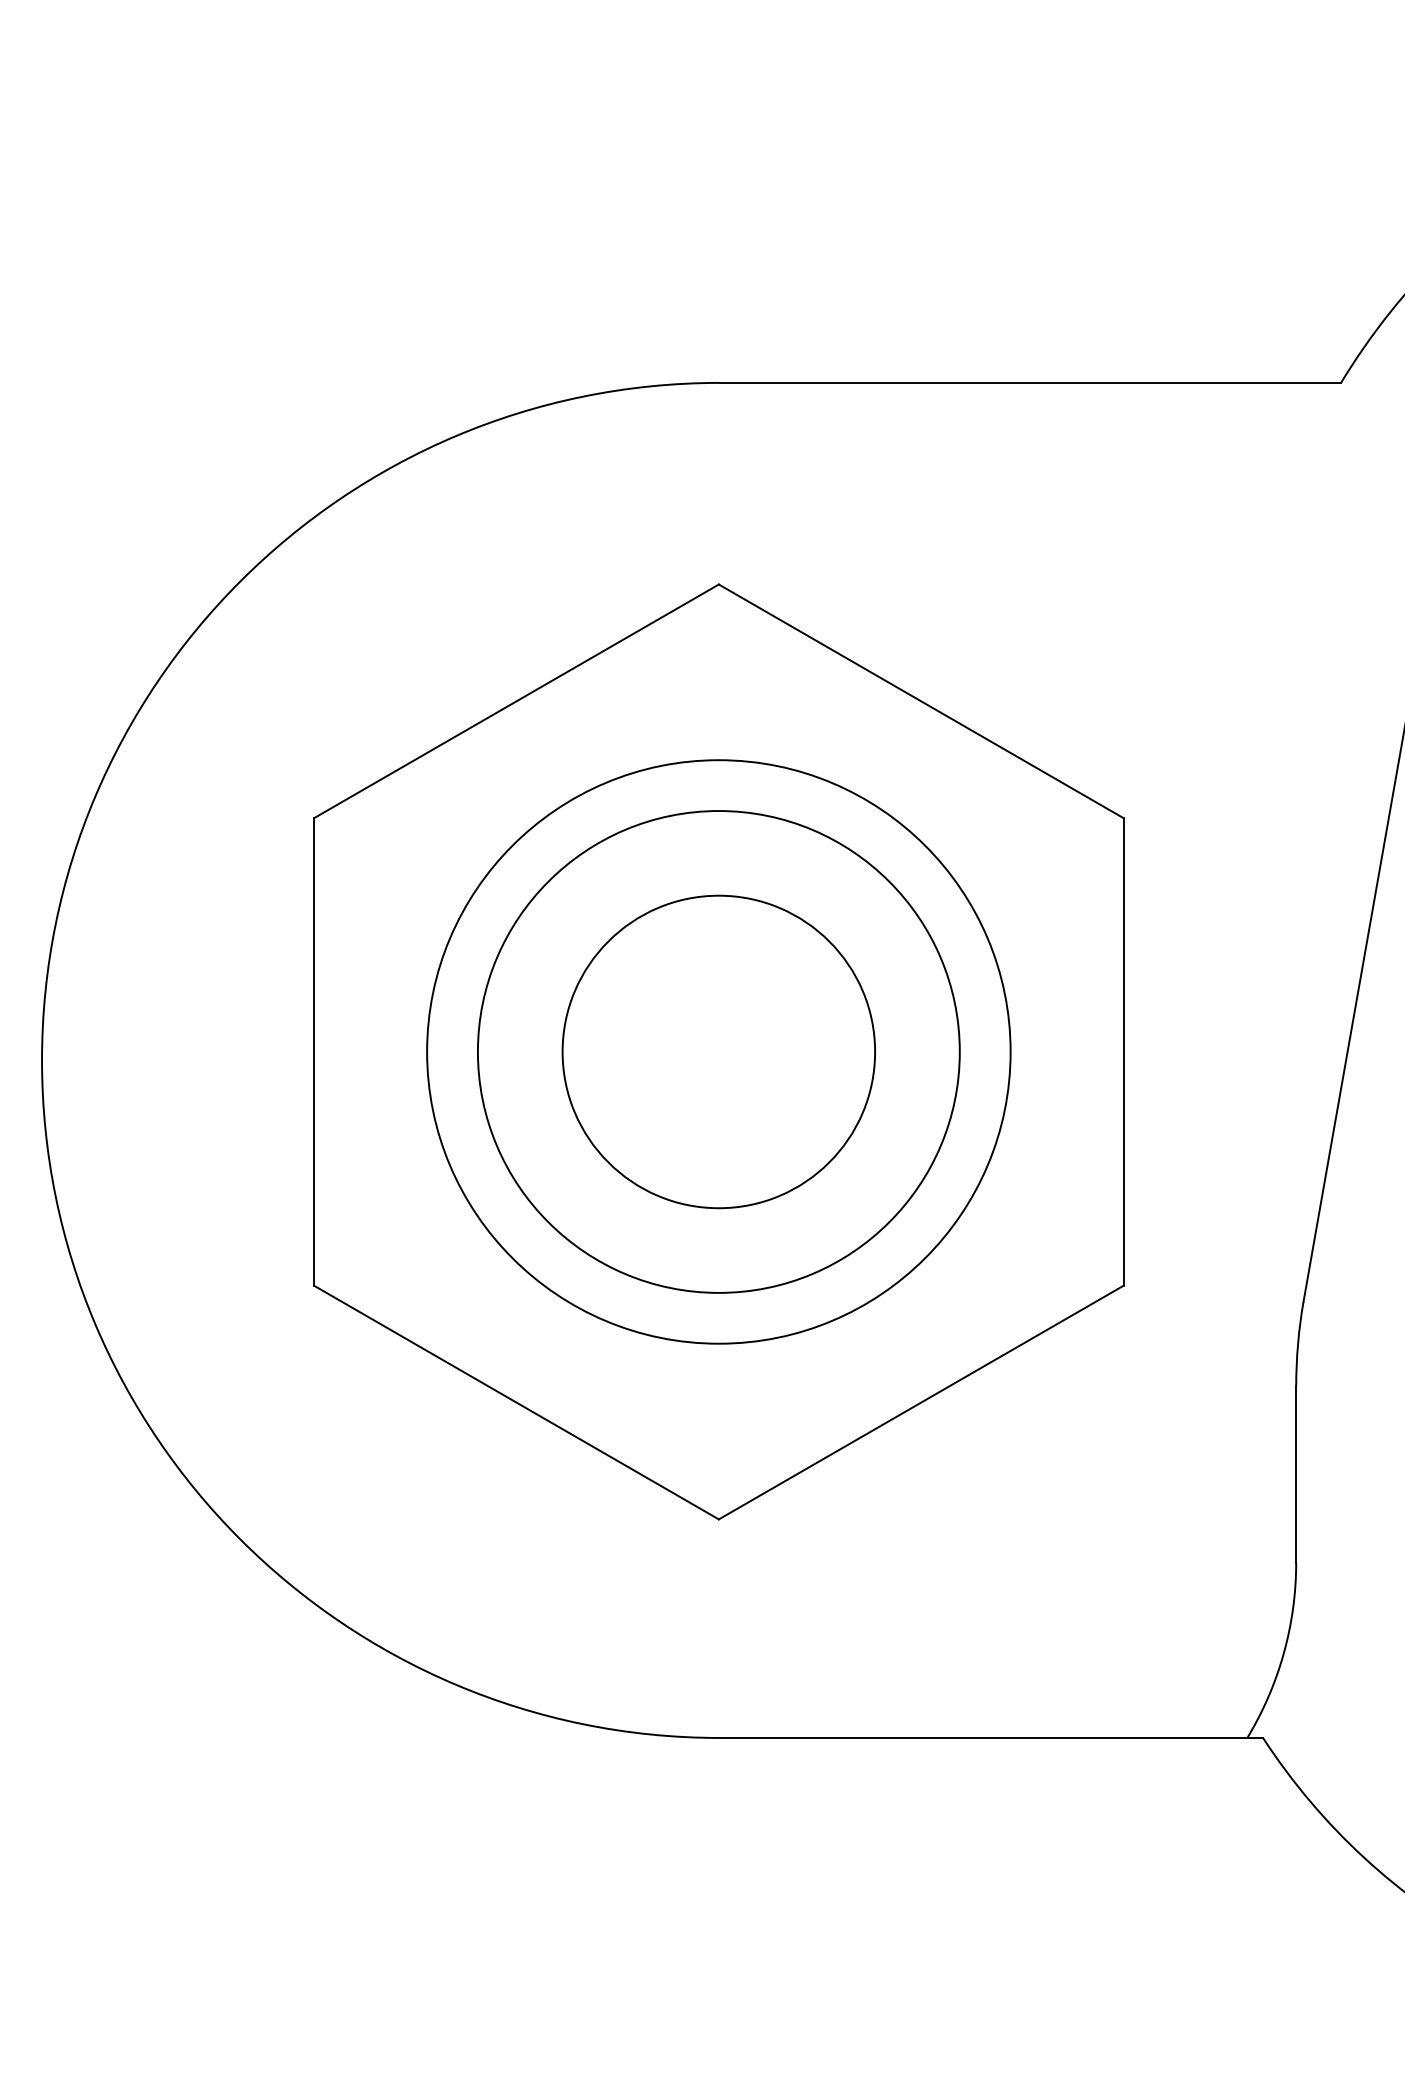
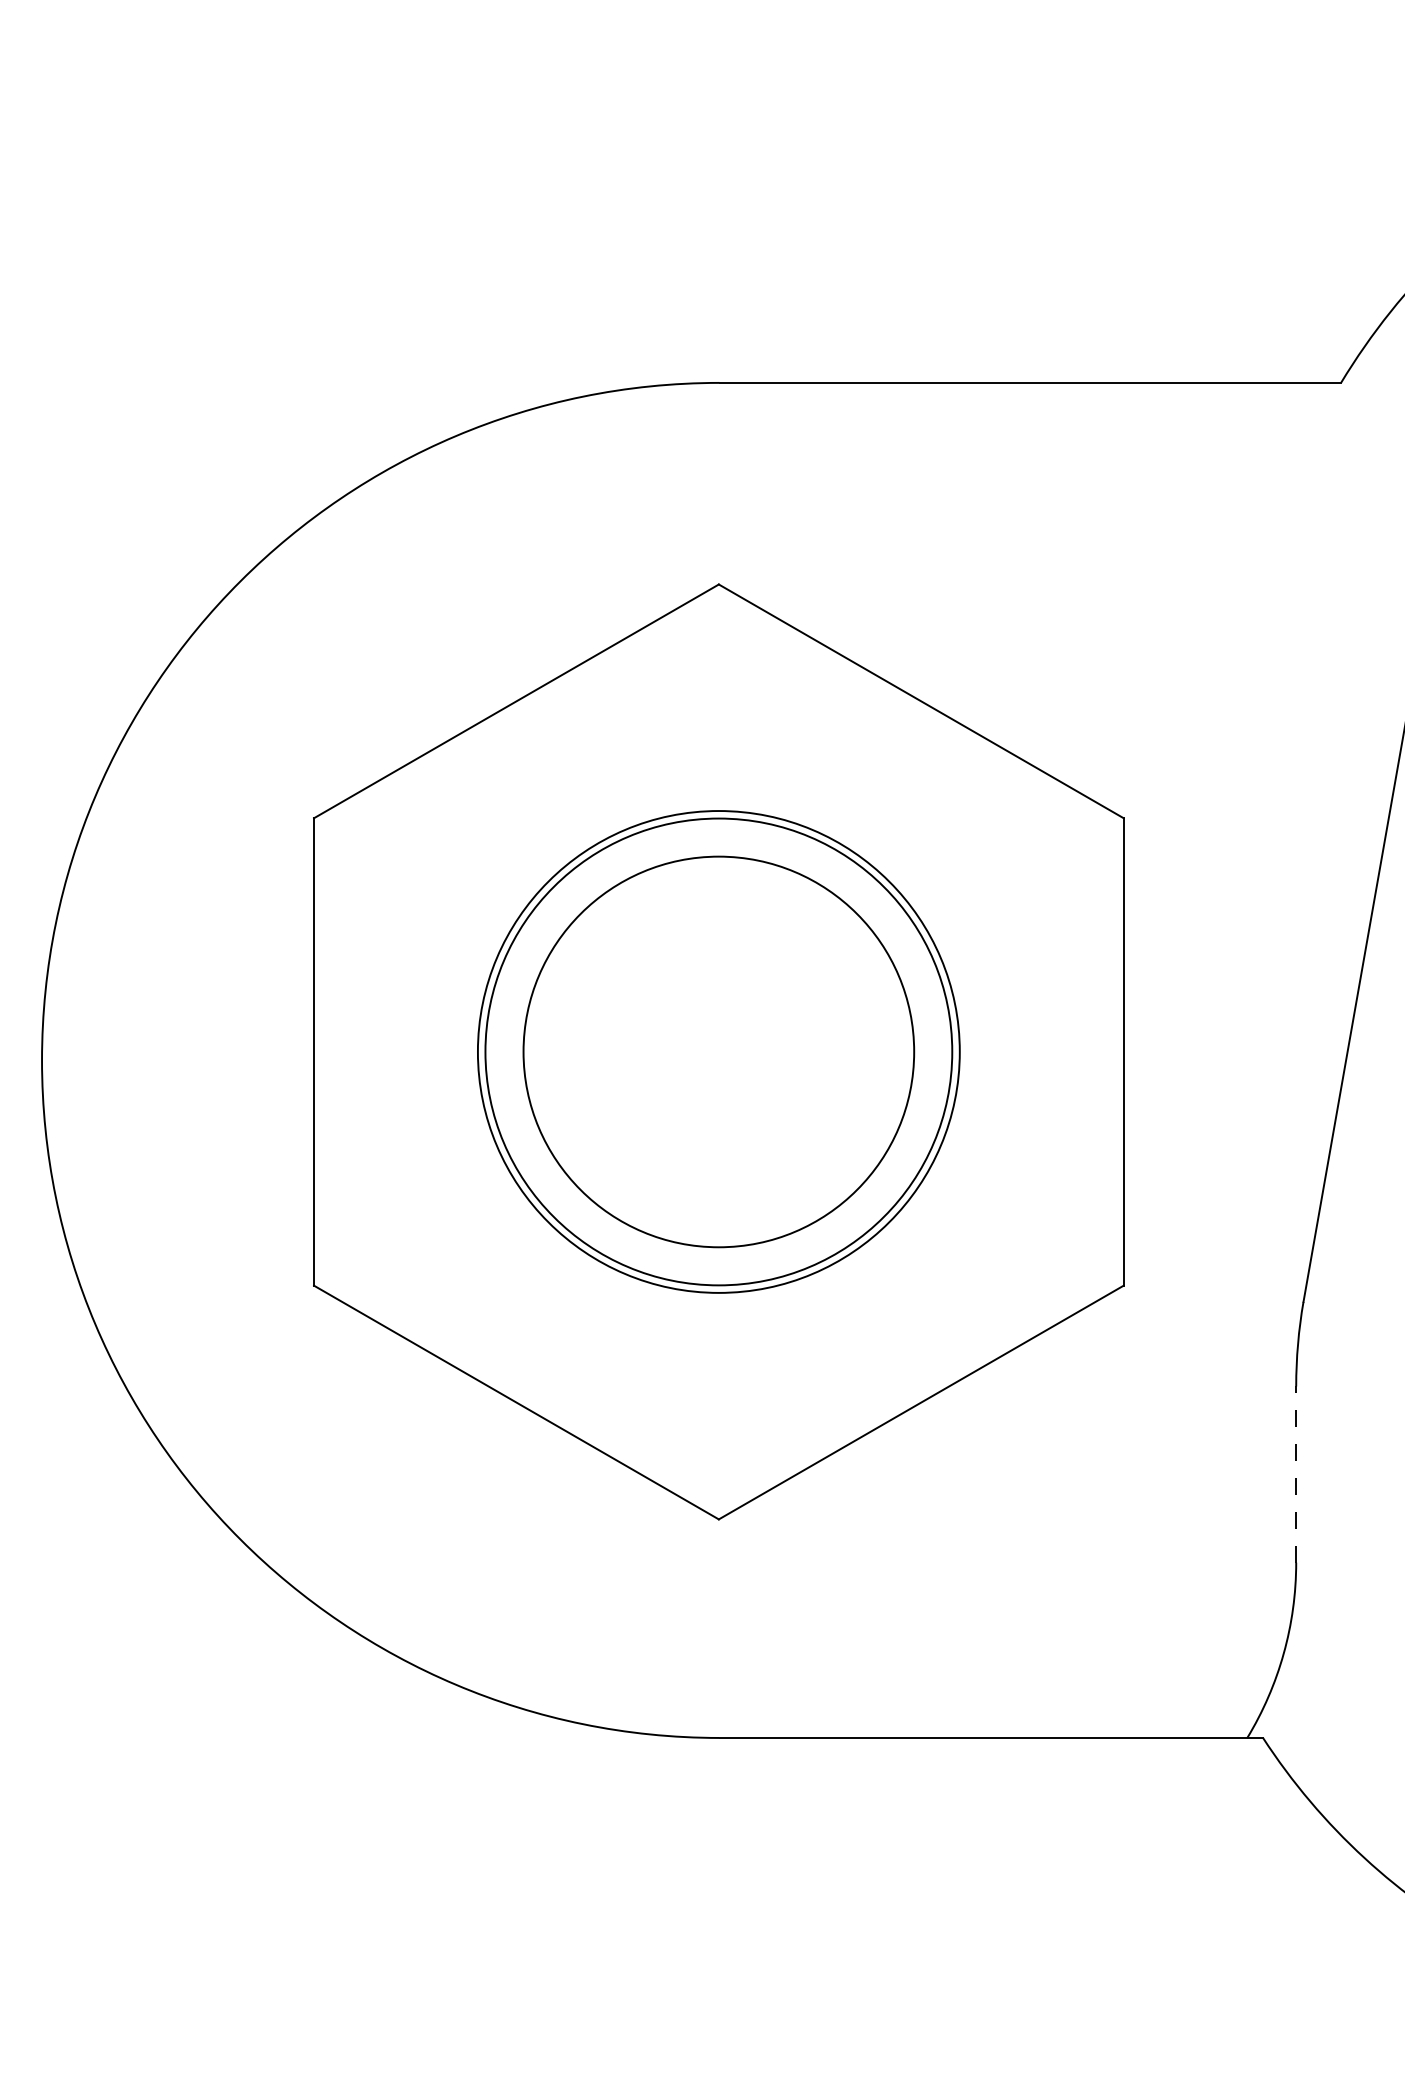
circle at (718, 1051) diameter: 313 px -> 391 px
circle at (718, 1051) diameter: 584 px -> 467 px
line at (1296, 1474): solid -> dashed
